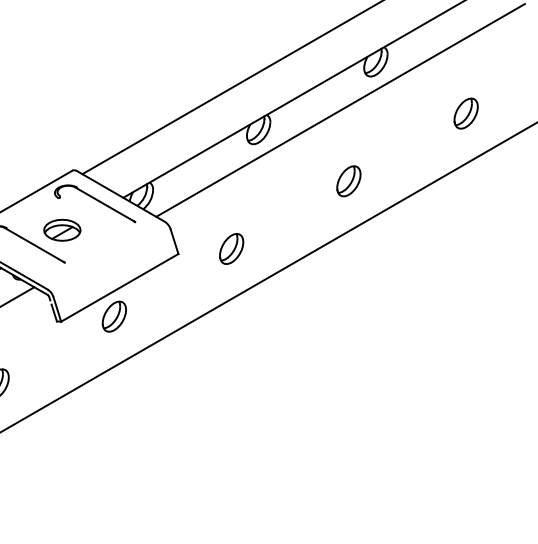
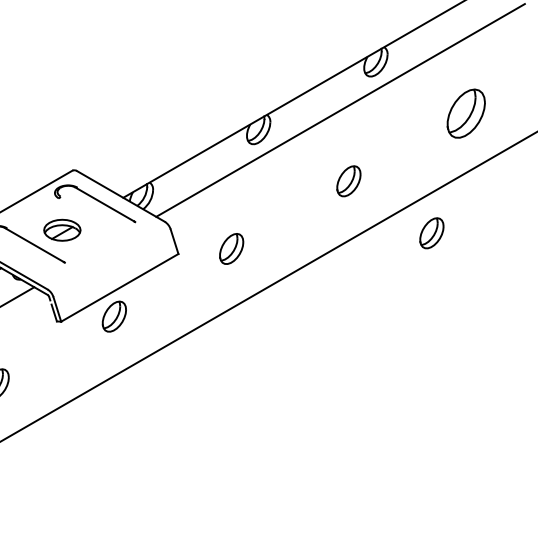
line at (230, 88): present -> none
part at (465, 113) size: 26x33 px -> 40x51 px
part at (431, 233): none -> present
line at (268, 277) position: (268, 277) -> (268, 286)
